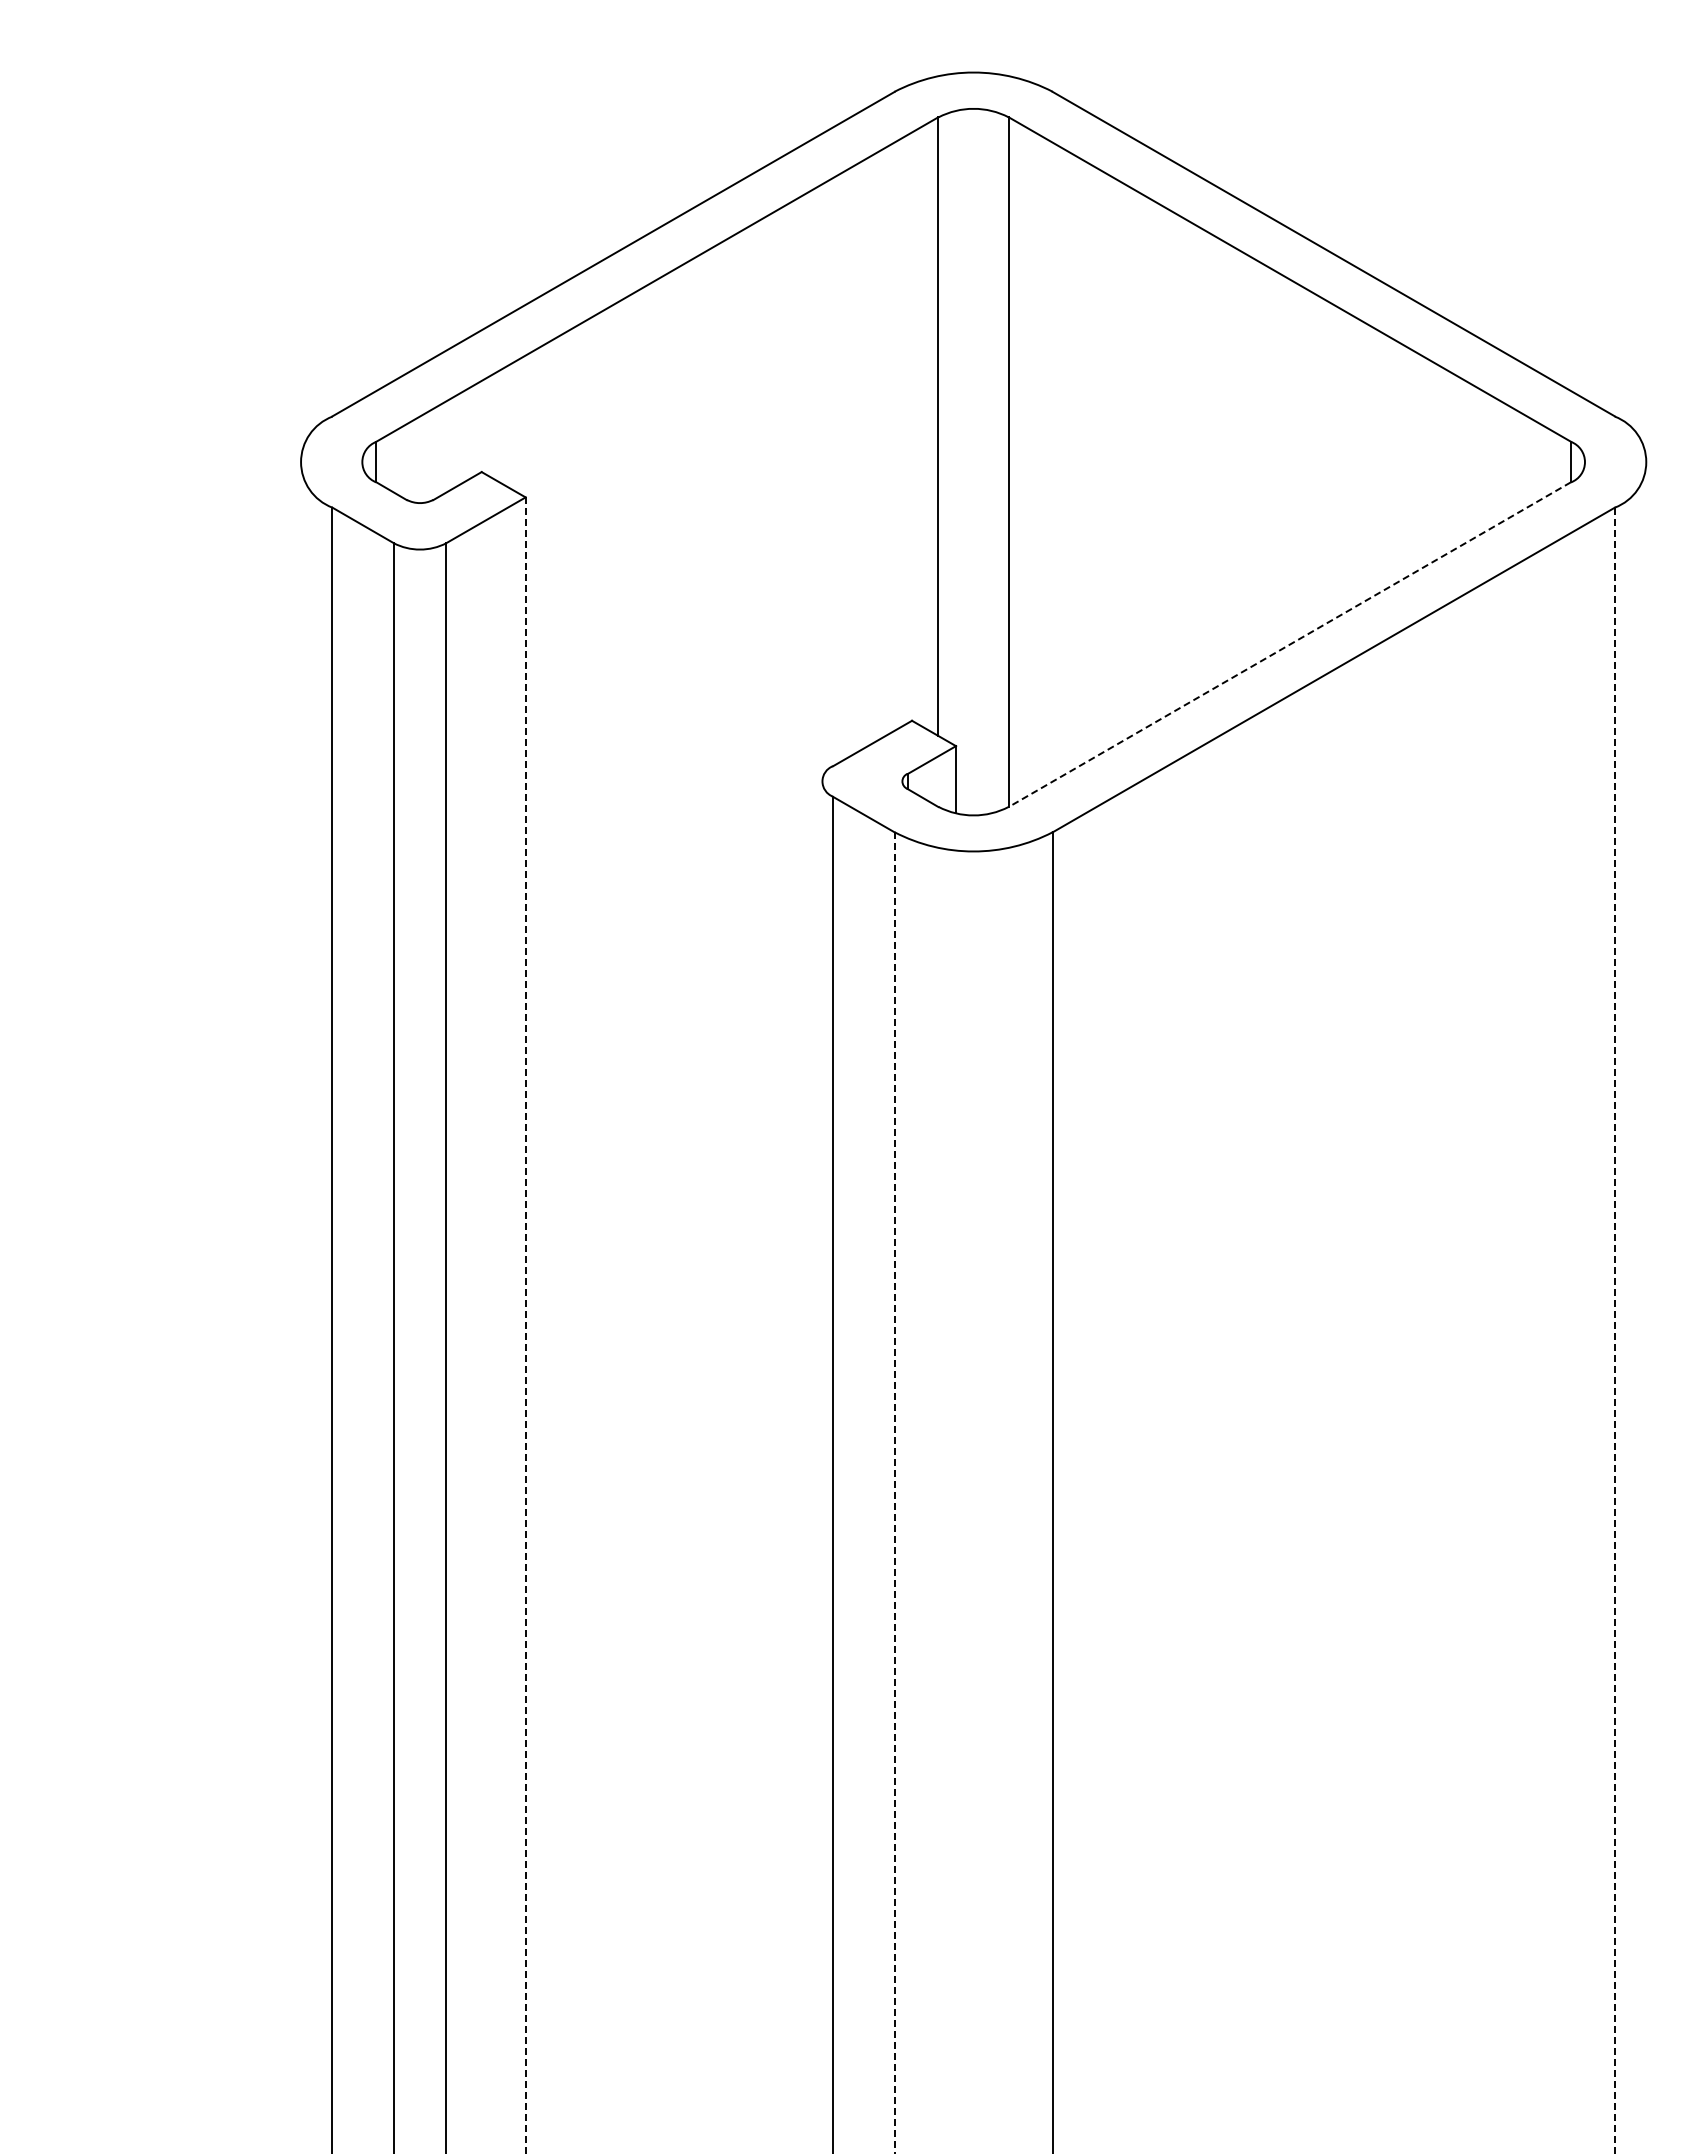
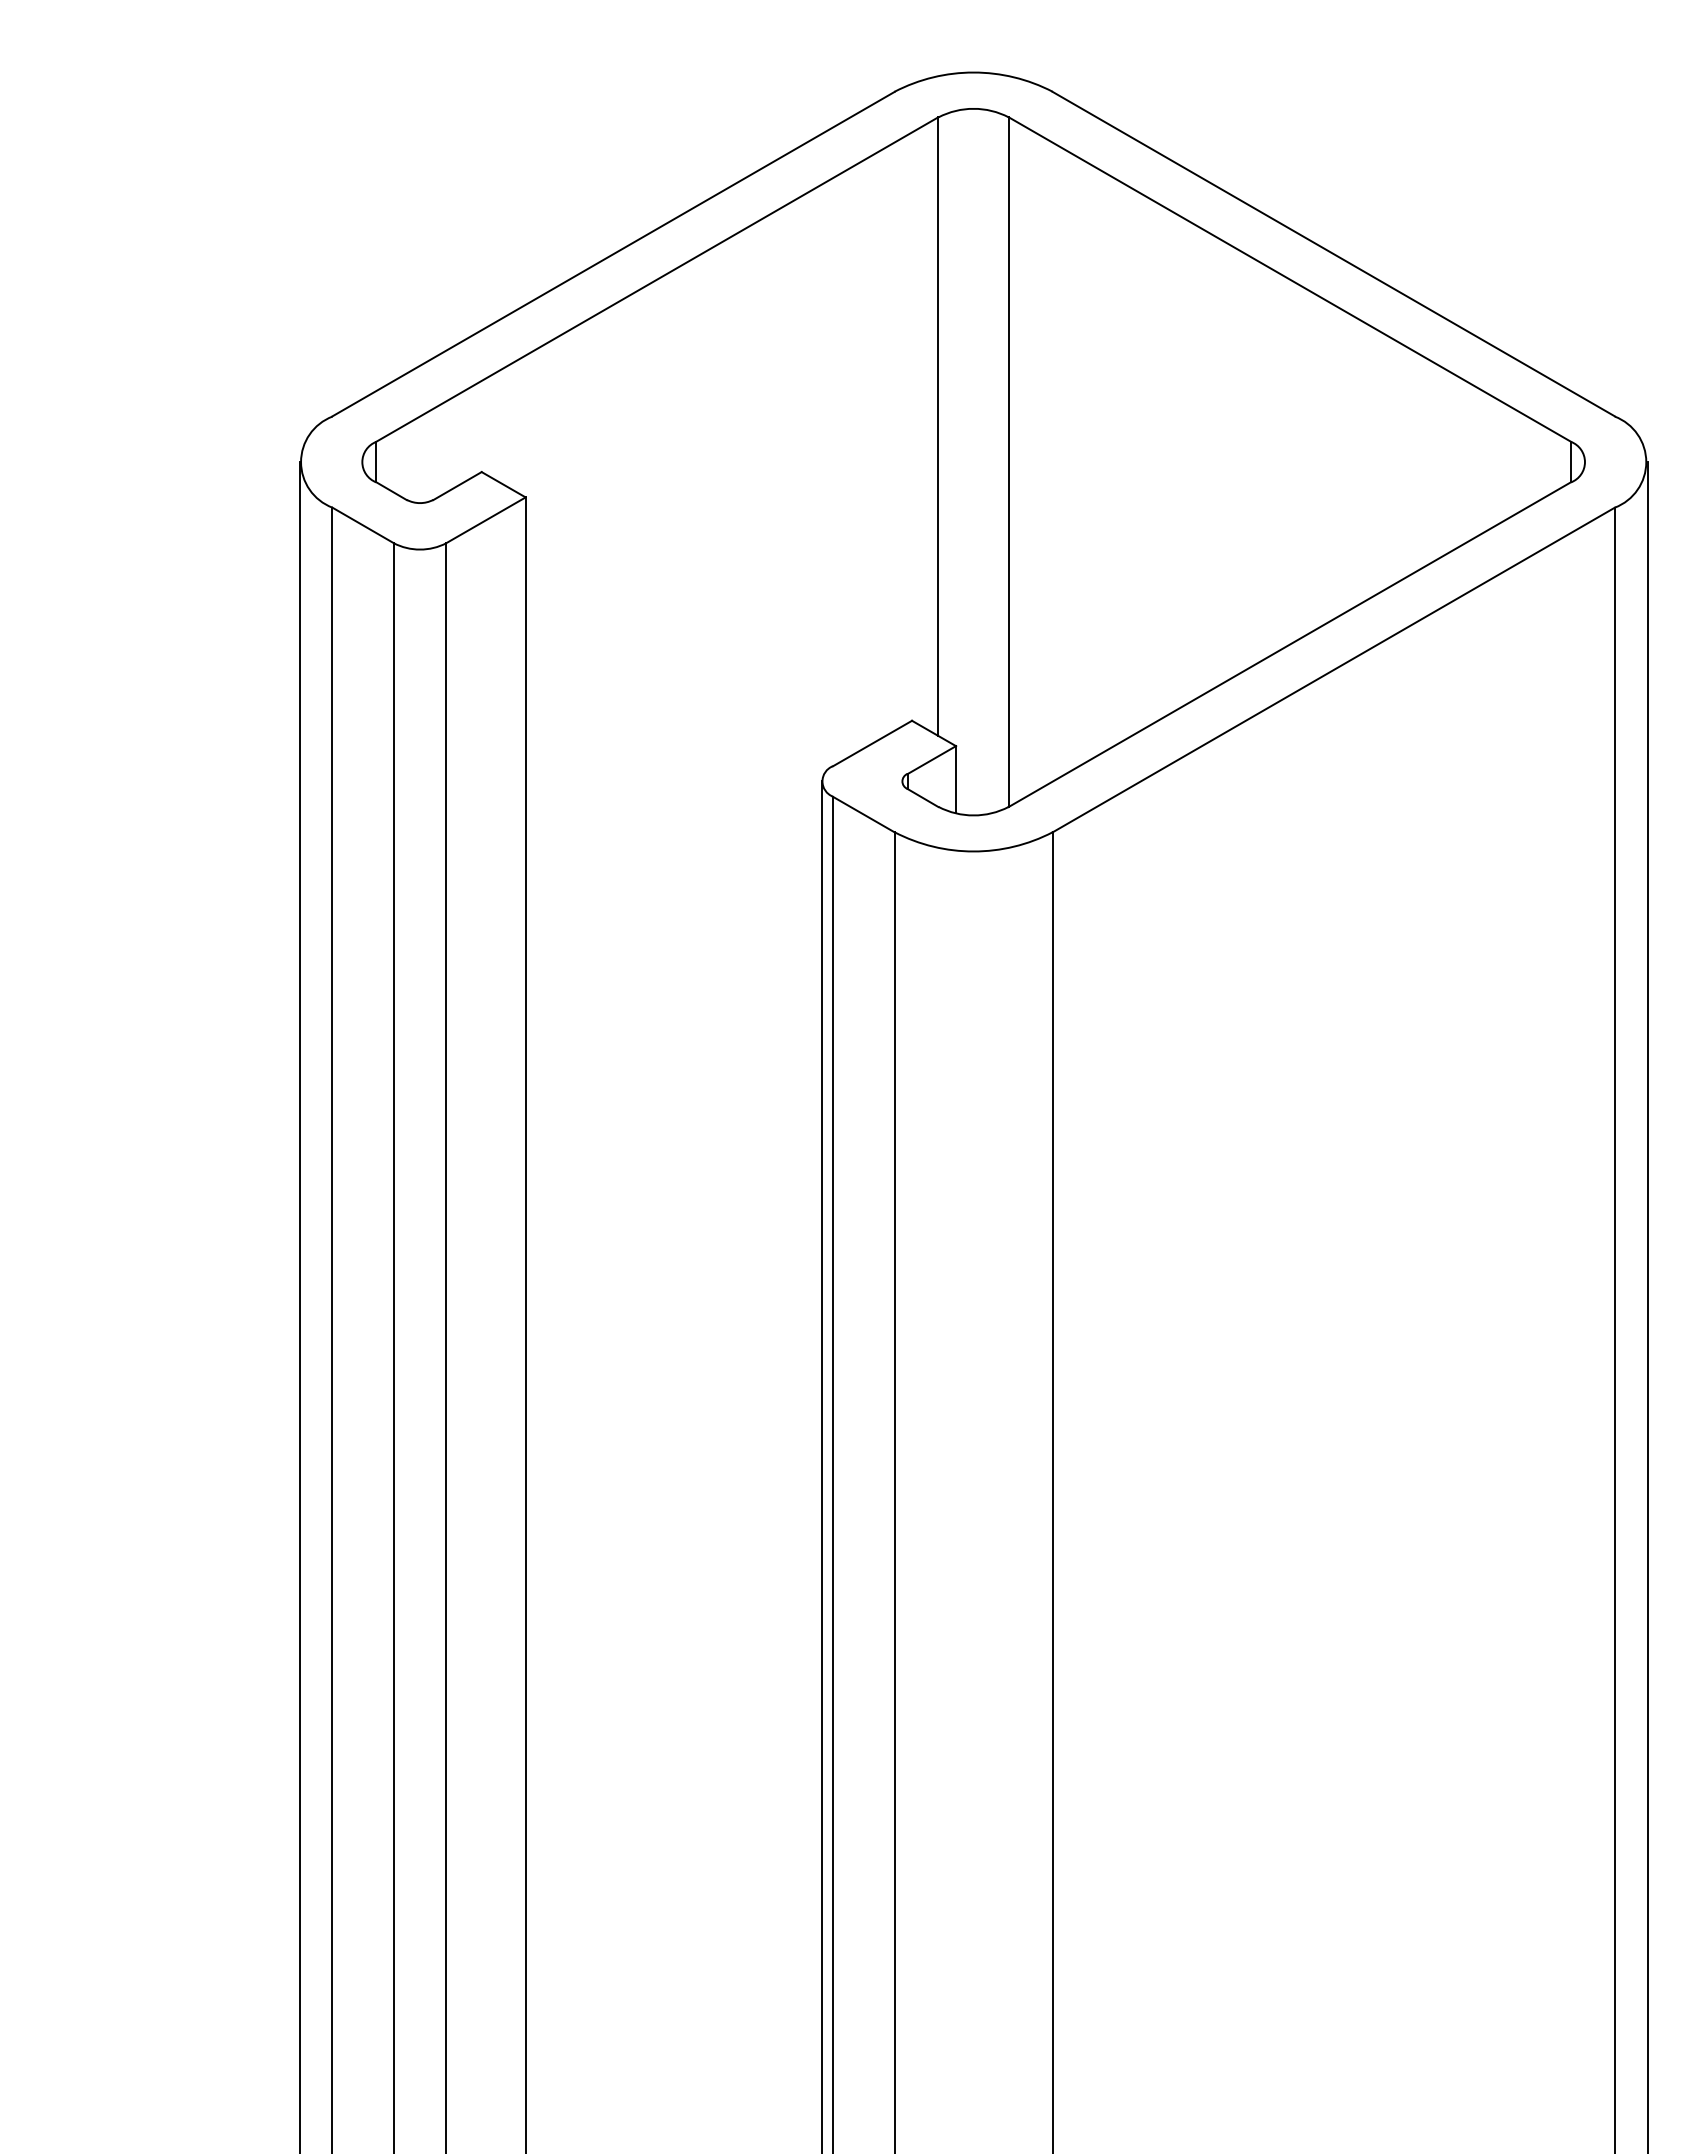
line at (1289, 644): dashed -> solid
line at (299, 1306): none -> present
line at (1647, 1306): none -> present
line at (525, 1325): dashed -> solid
line at (1614, 1331): dashed -> solid
line at (822, 1465): none -> present
line at (894, 1493): dashed -> solid
